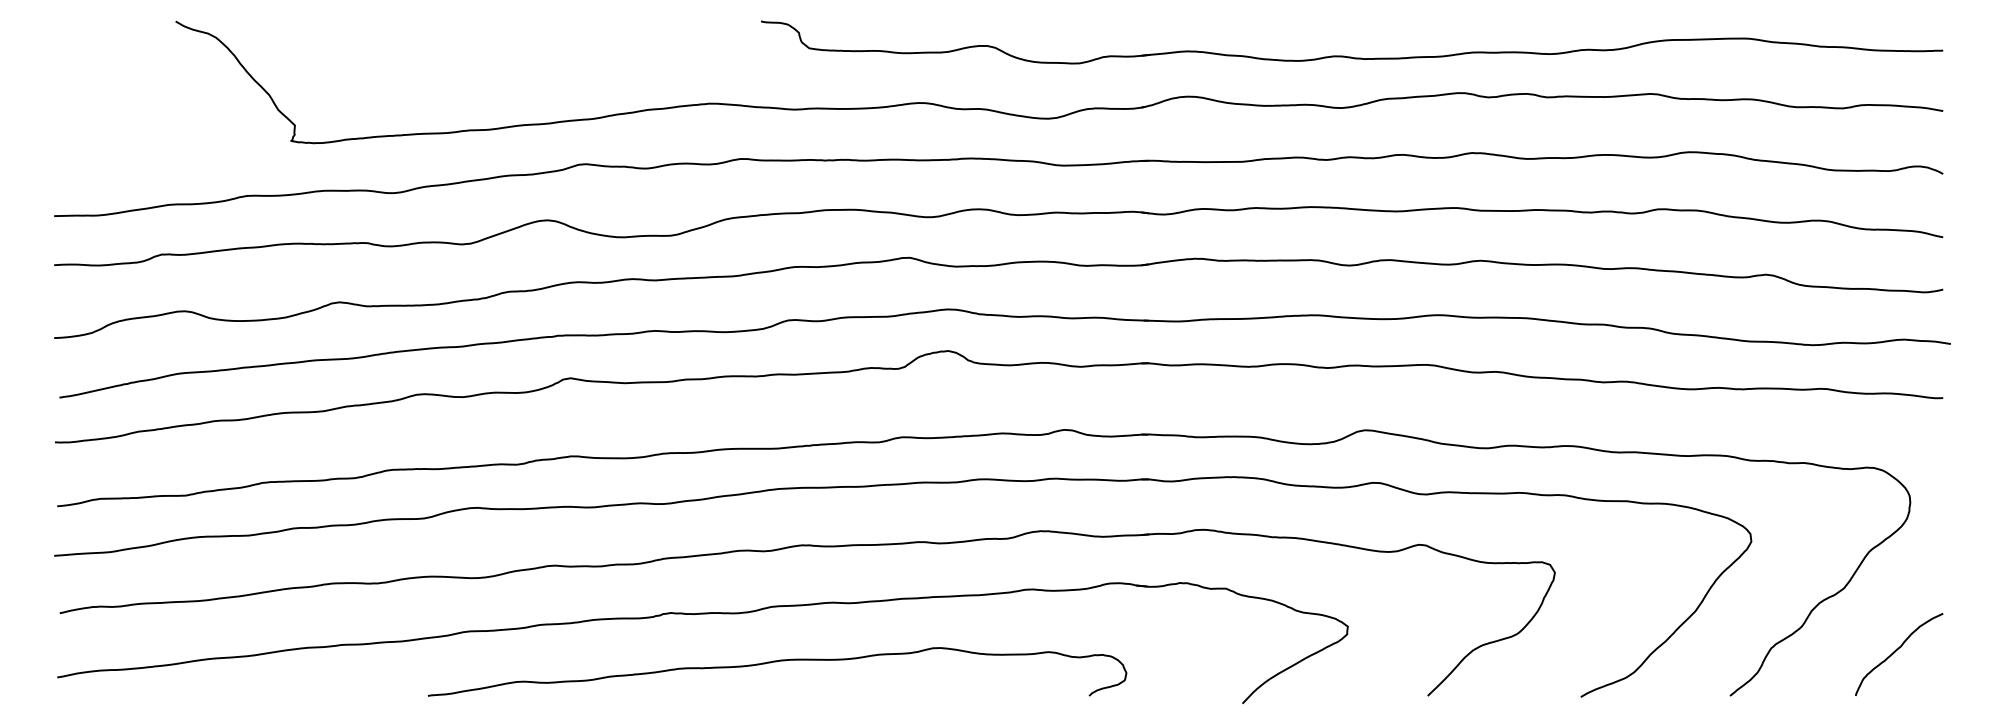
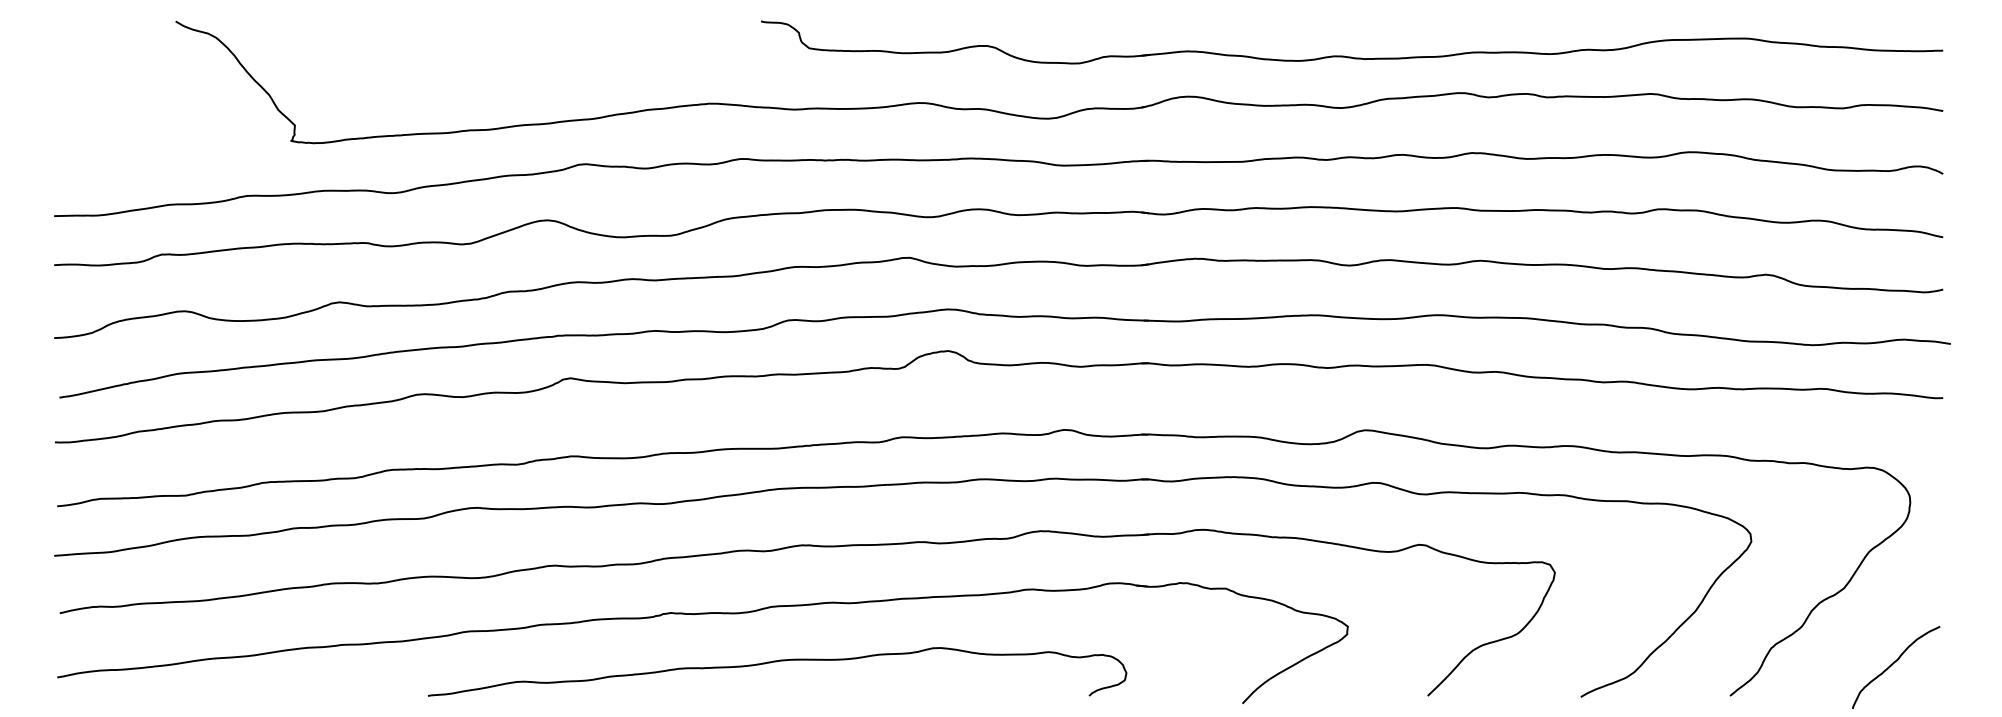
curve at (1896, 651) position: (1896, 651) -> (1893, 664)
